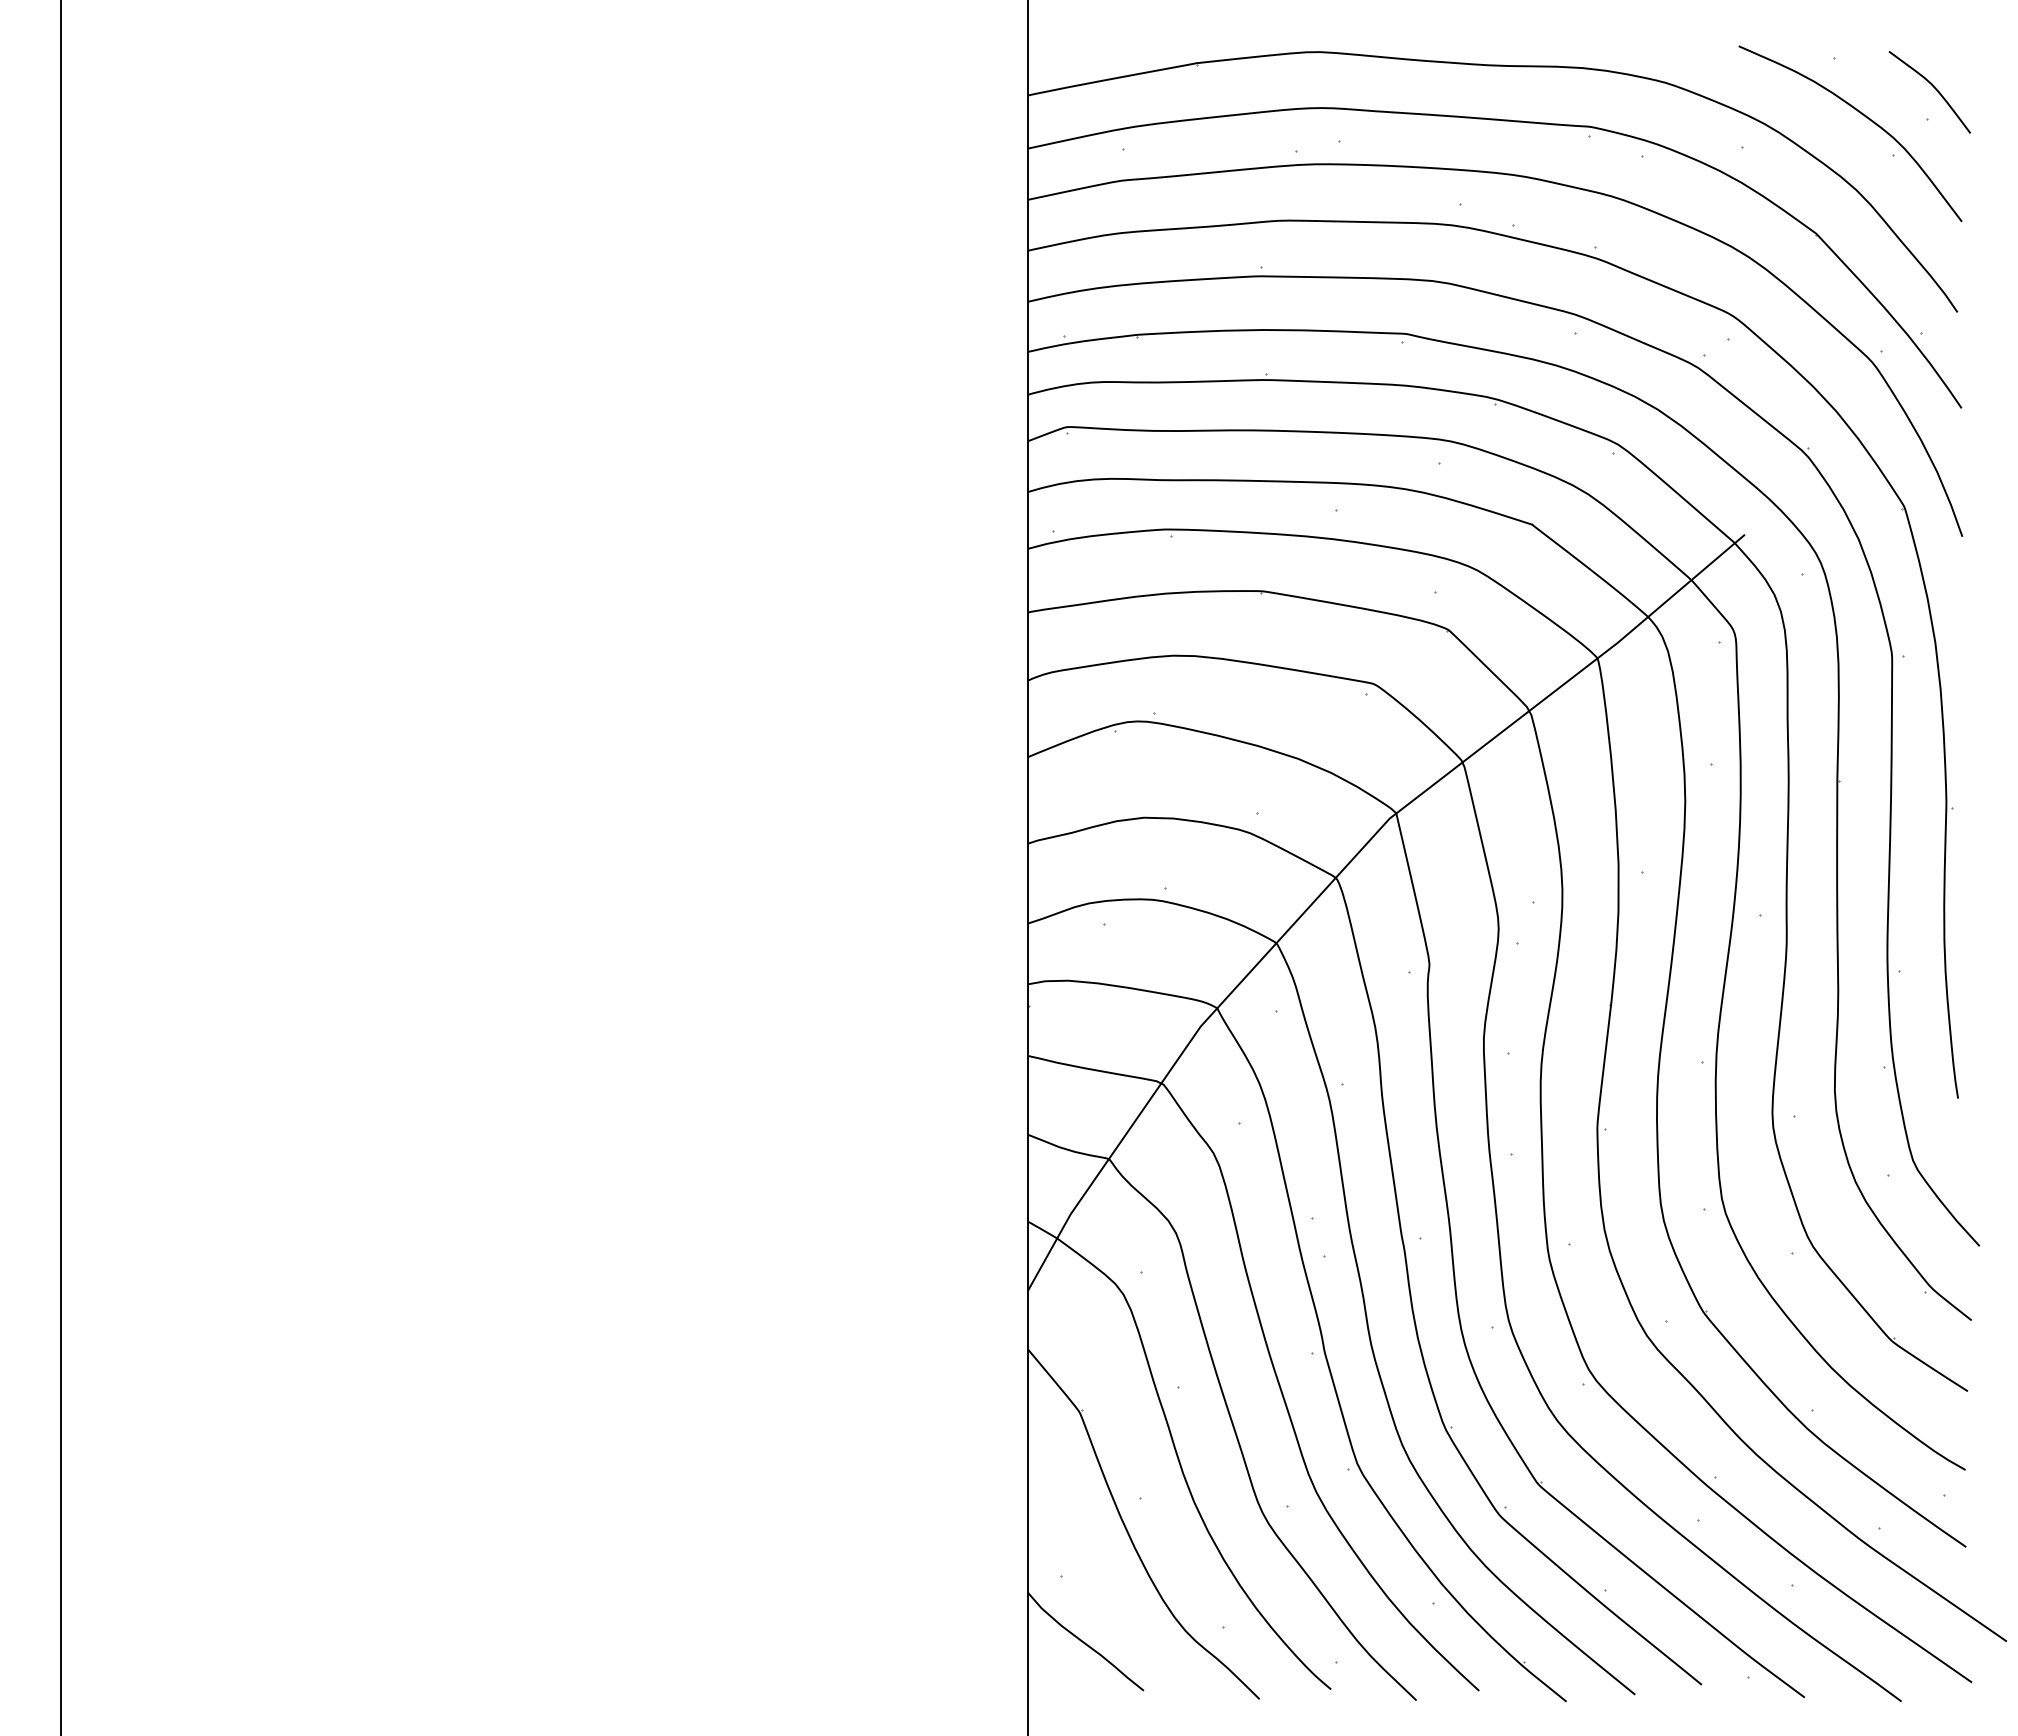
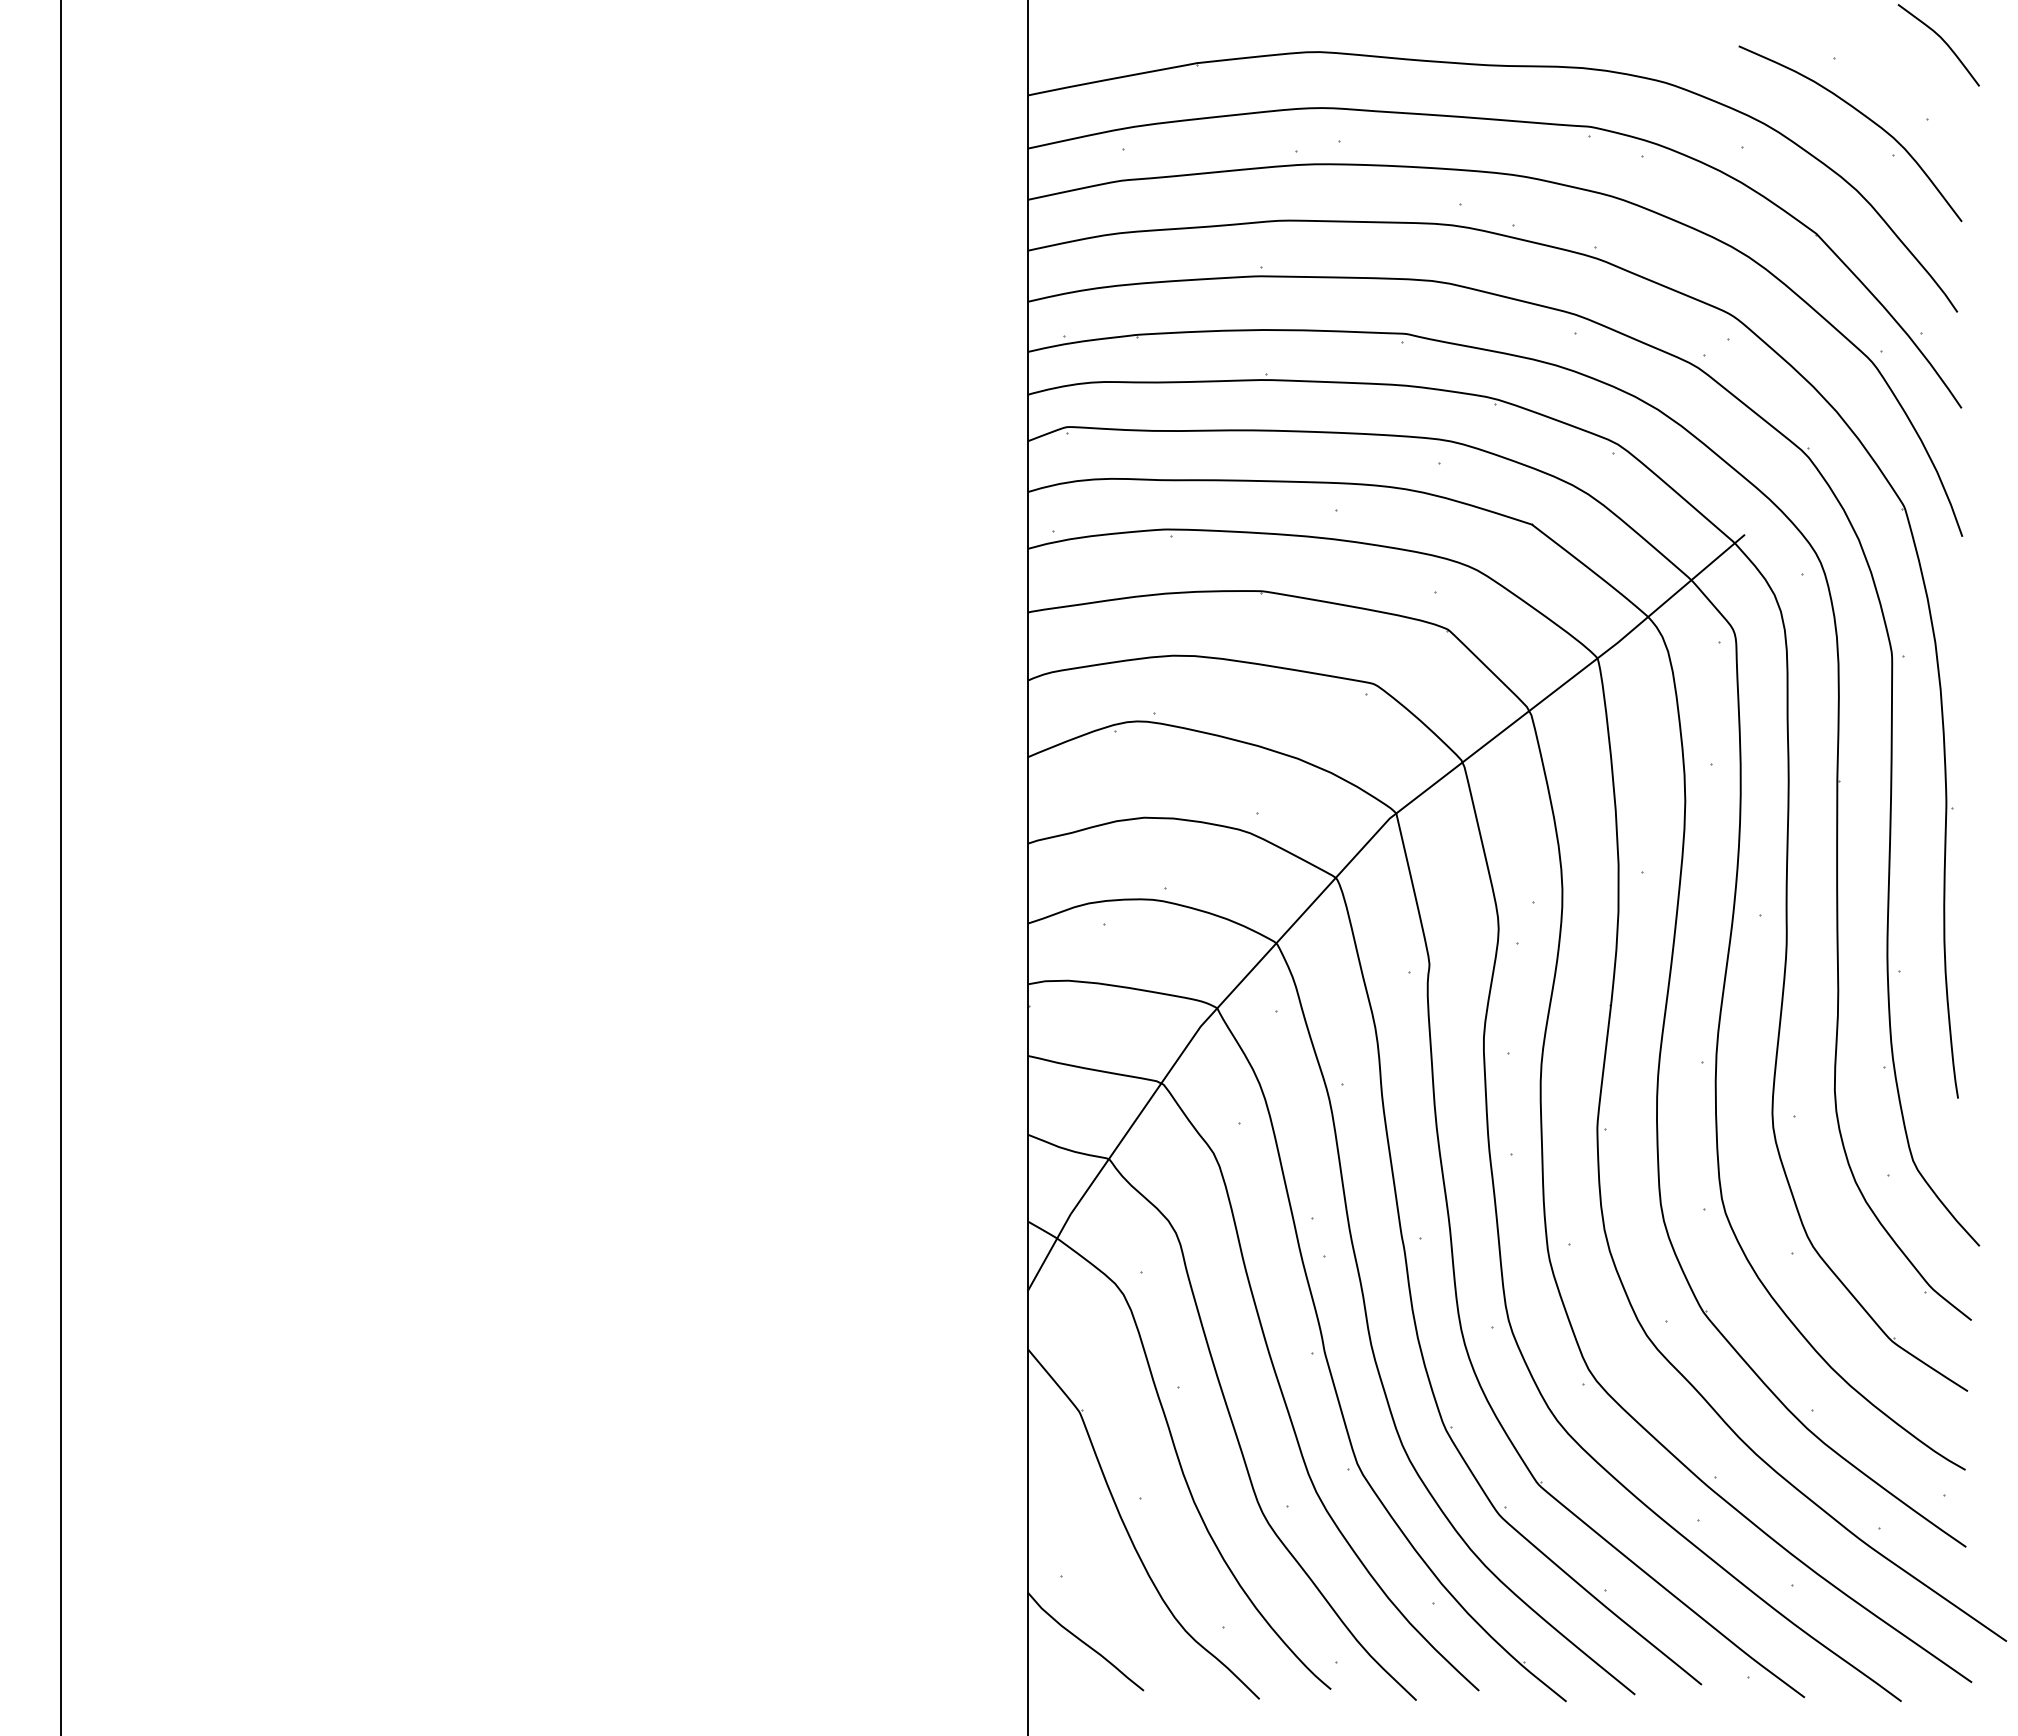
curve at (1933, 87) position: (1933, 87) -> (1942, 40)
